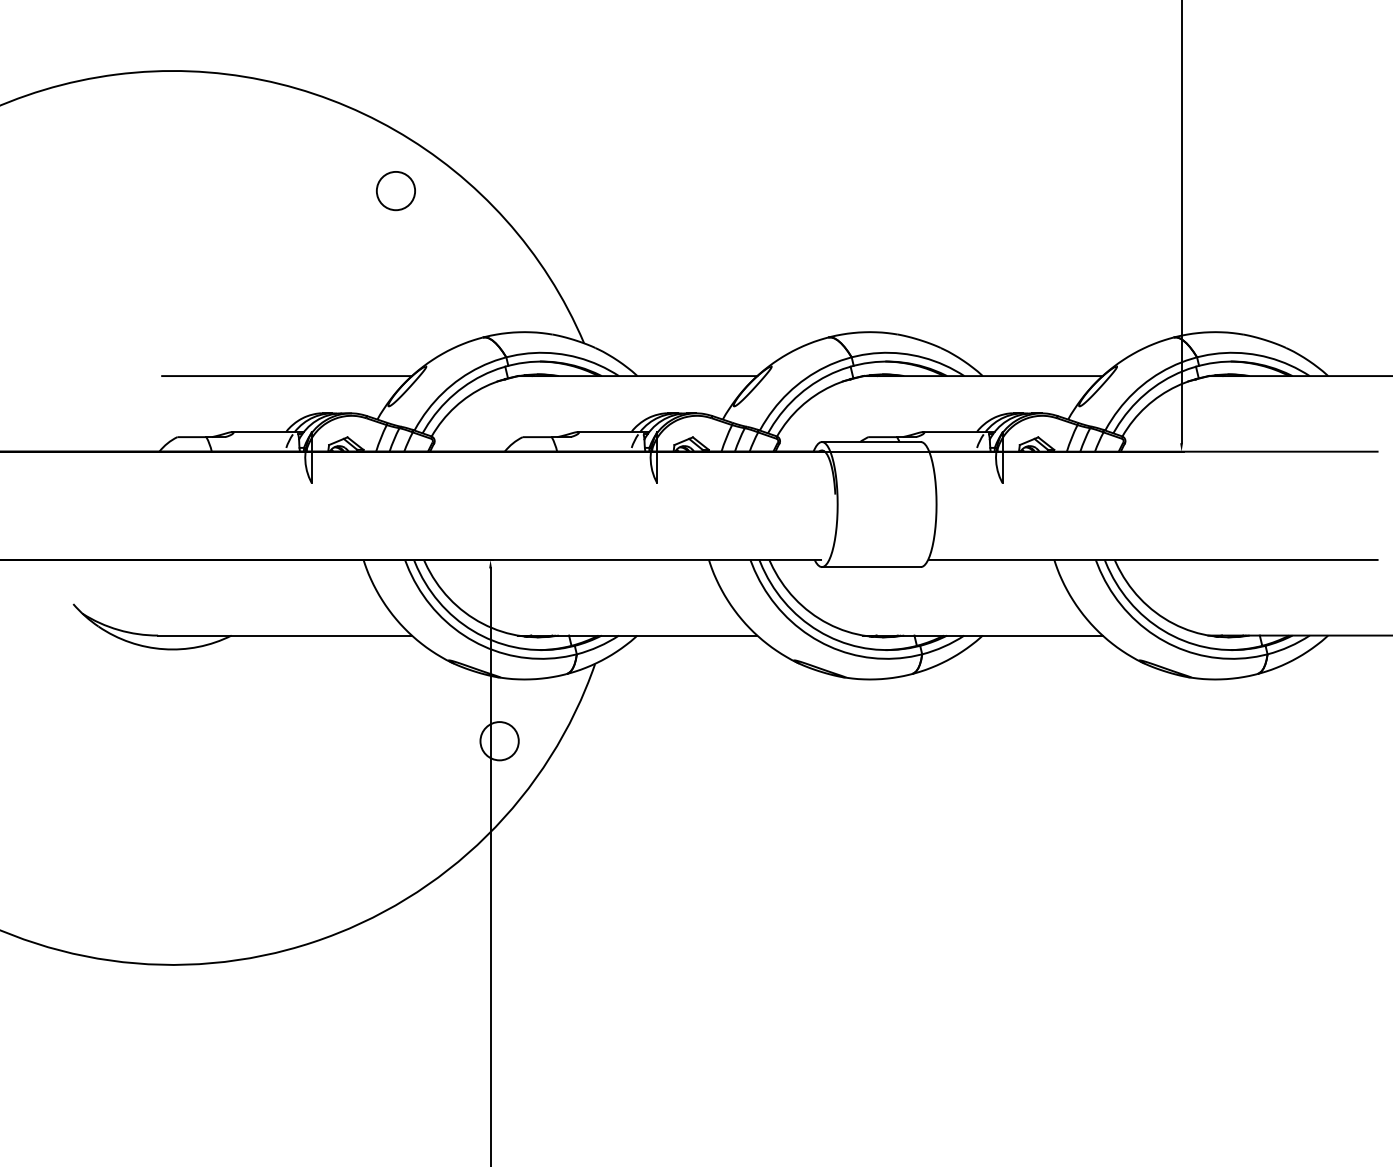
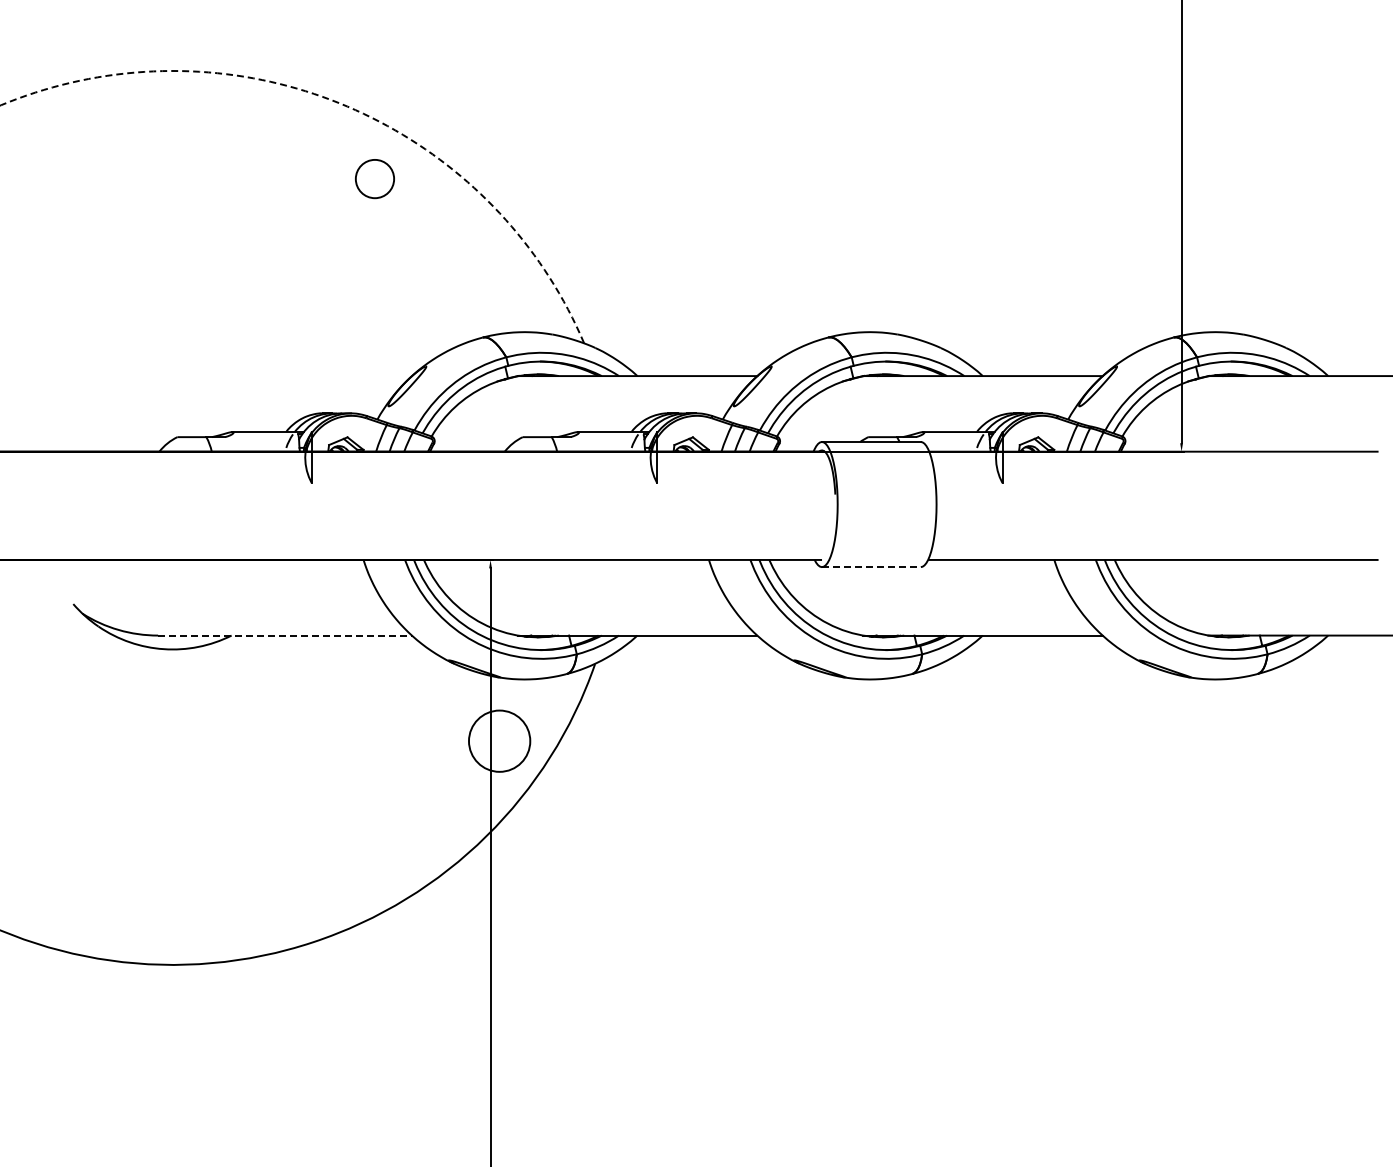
arc at (340, 103): solid -> dashed
circle at (395, 191) position: (395, 191) -> (374, 179)
line at (287, 376): present -> none
line at (871, 567): solid -> dashed
line at (285, 635): solid -> dashed
circle at (499, 741) diameter: 38 px -> 61 px
